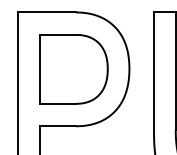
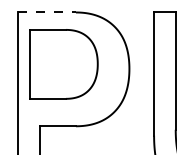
line at (47, 12): solid -> dashed
part at (73, 69) position: (73, 69) -> (63, 64)
